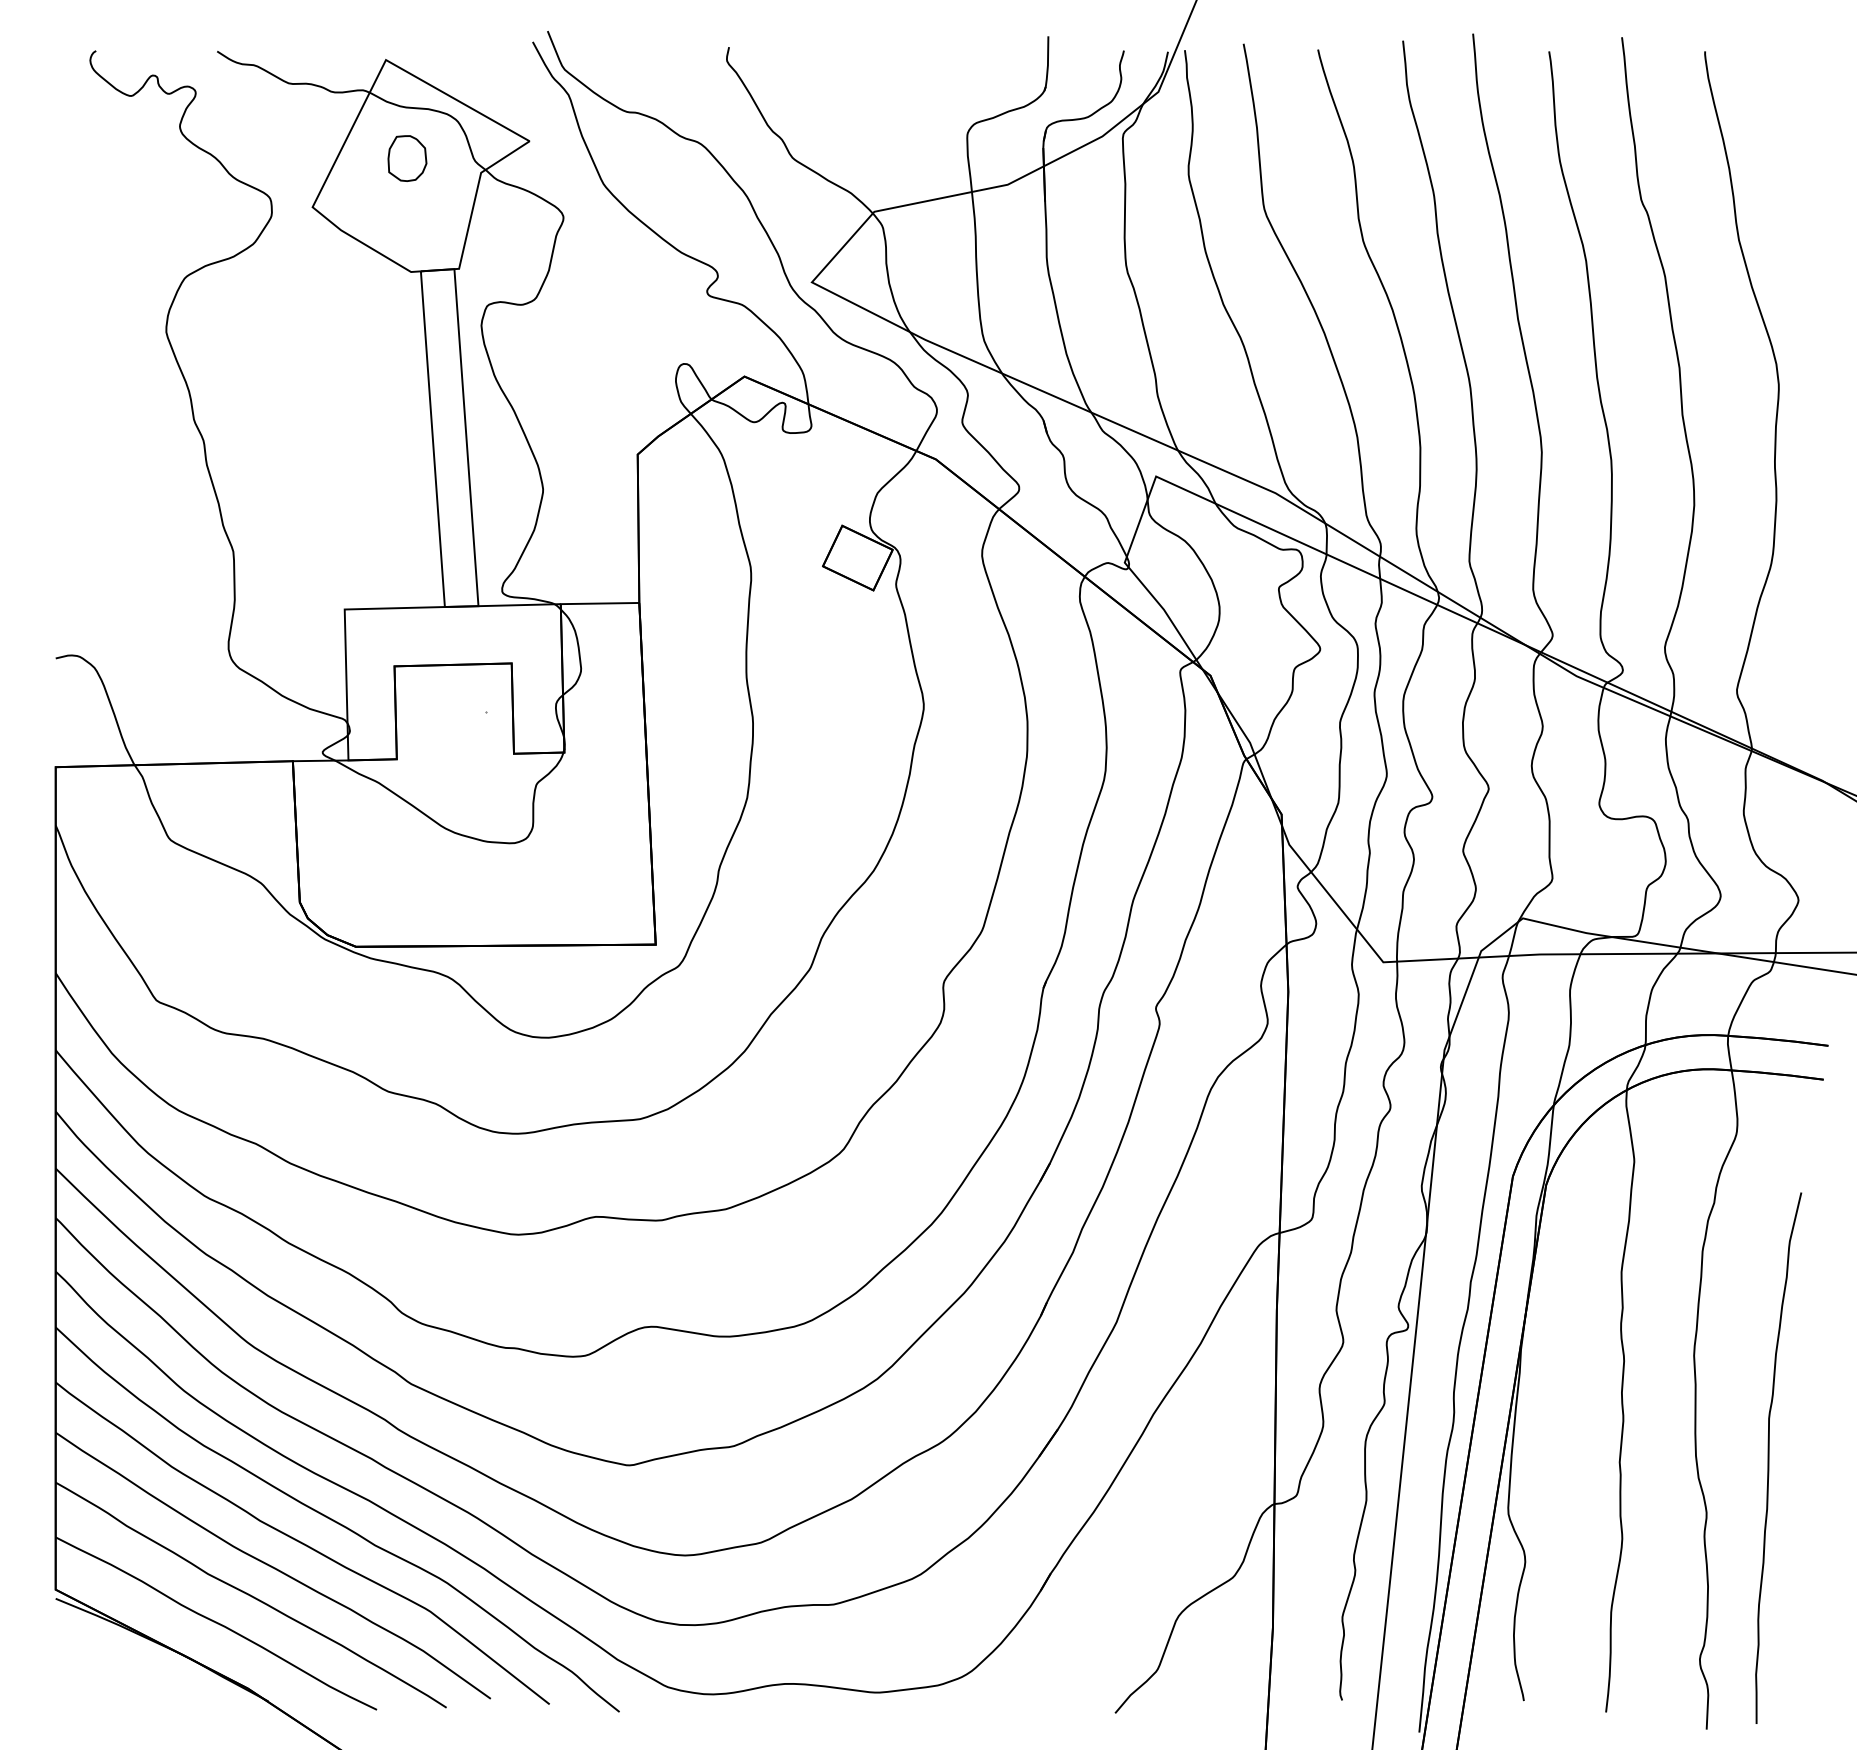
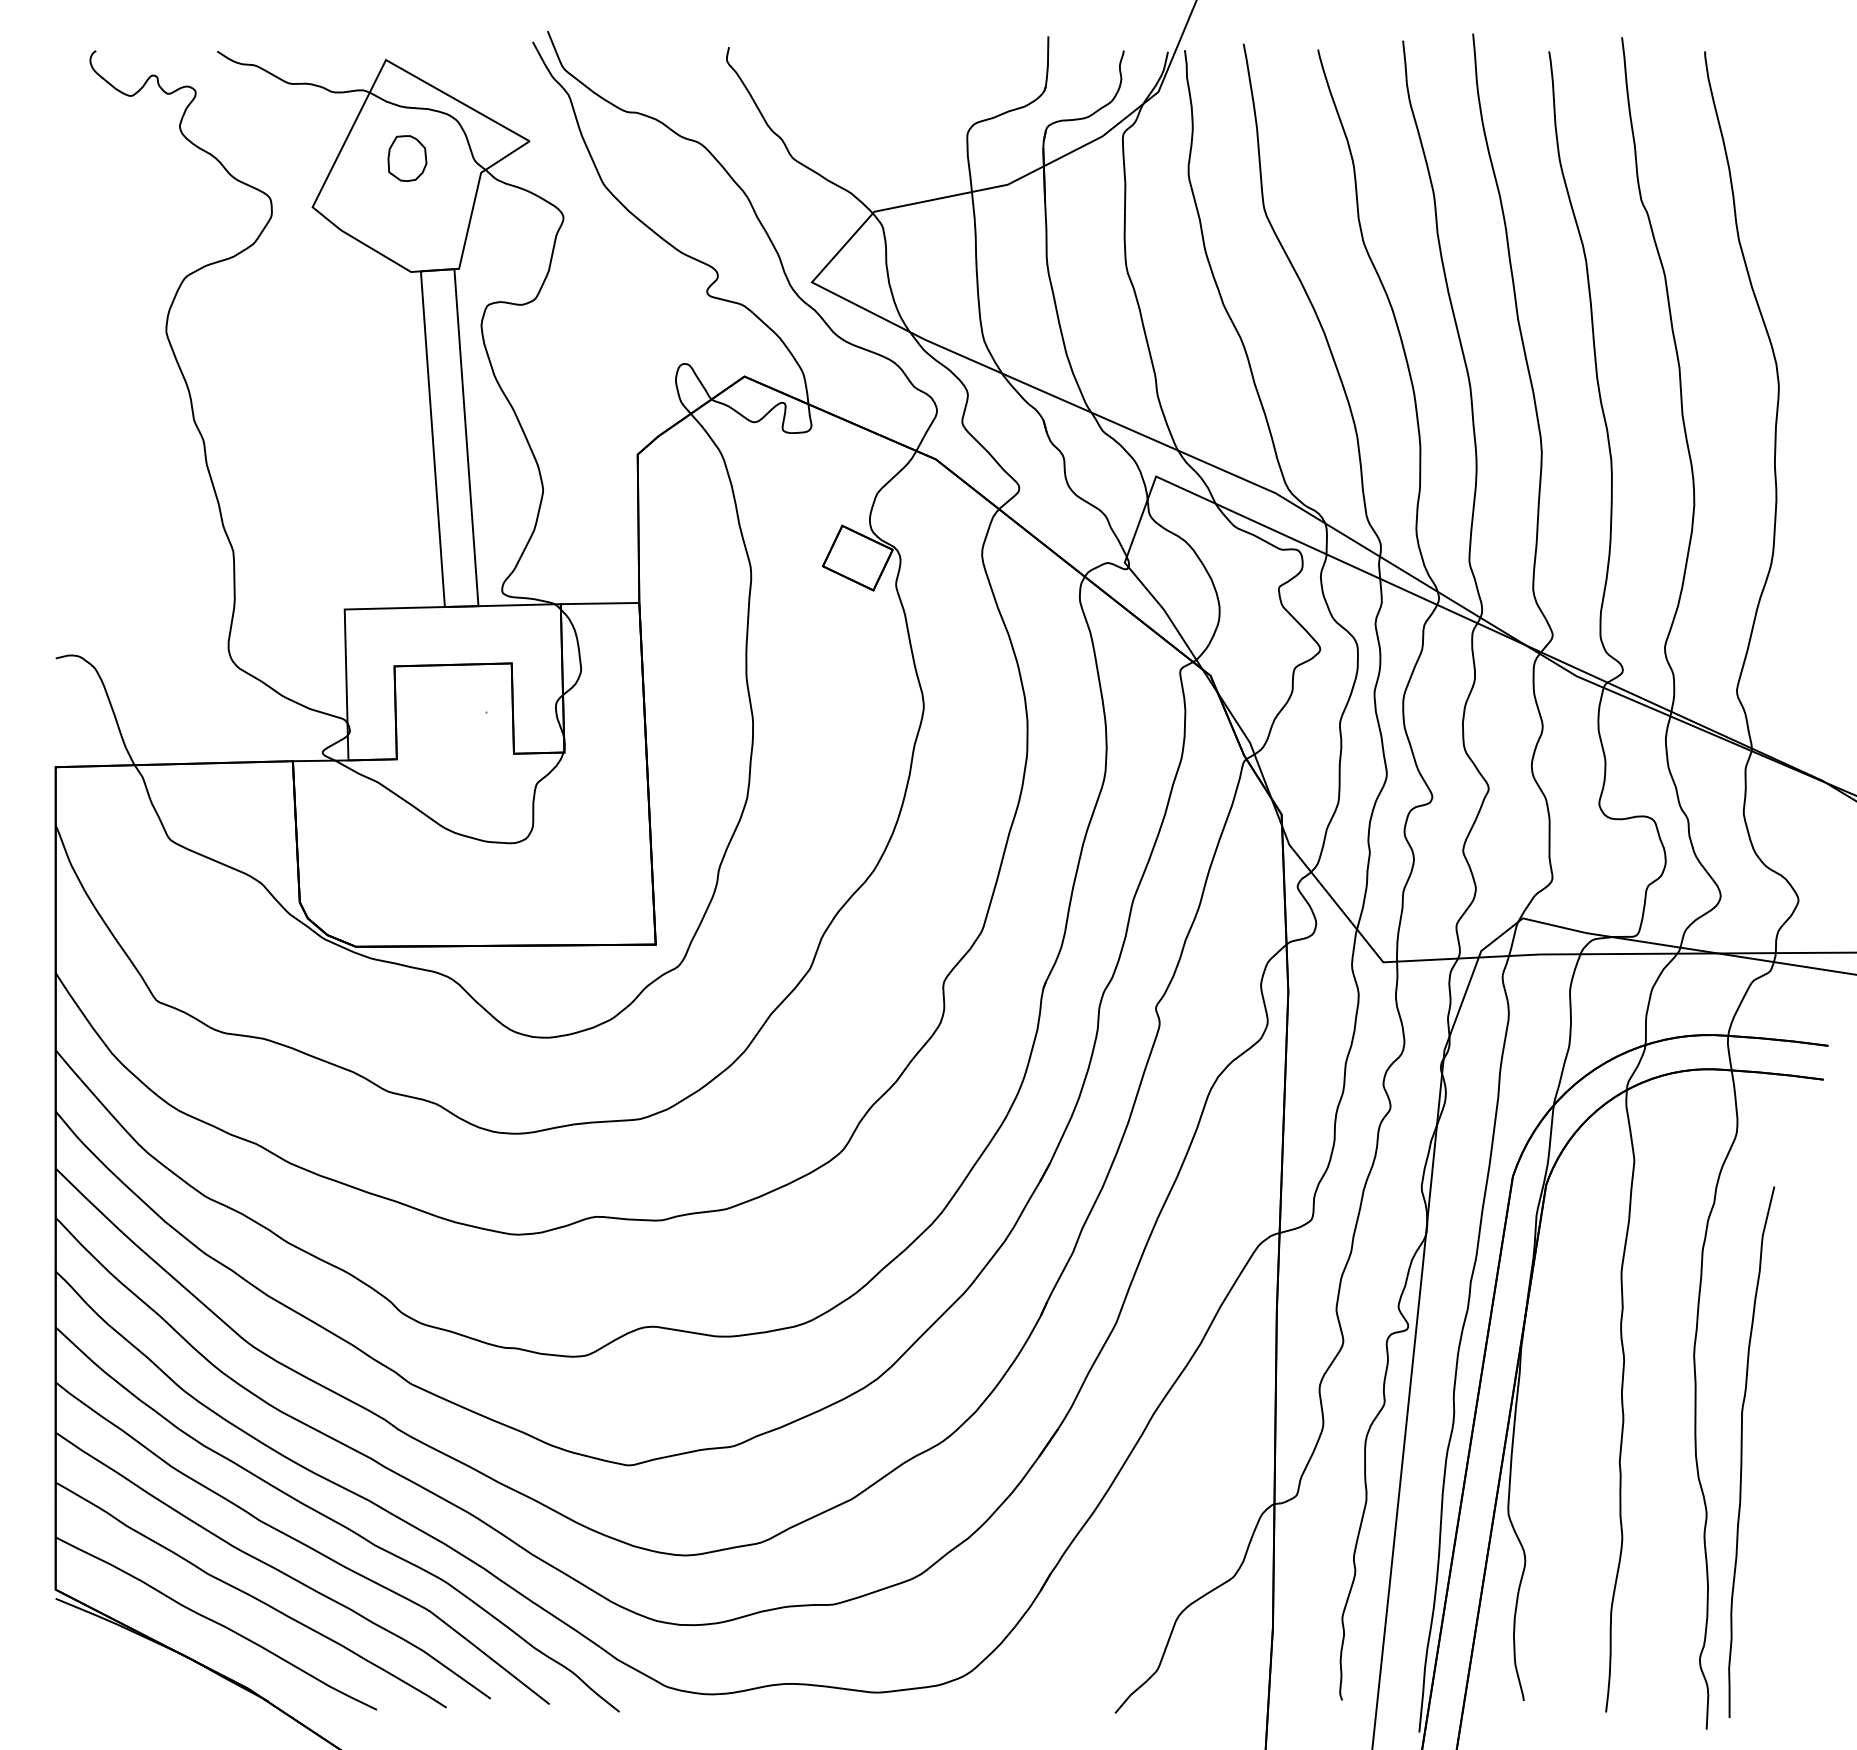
curve at (1769, 1457) position: (1769, 1457) -> (1742, 1451)
